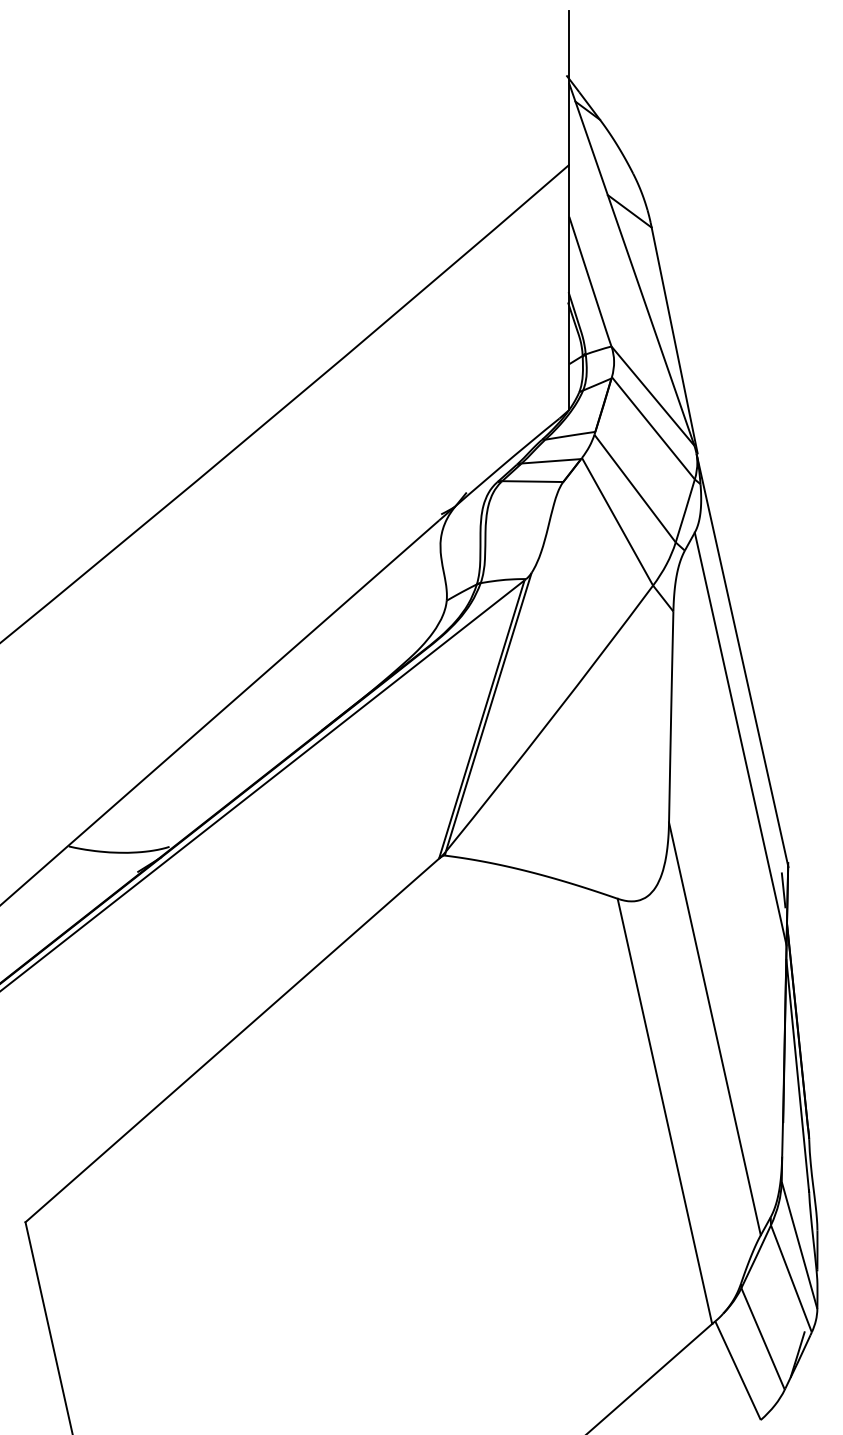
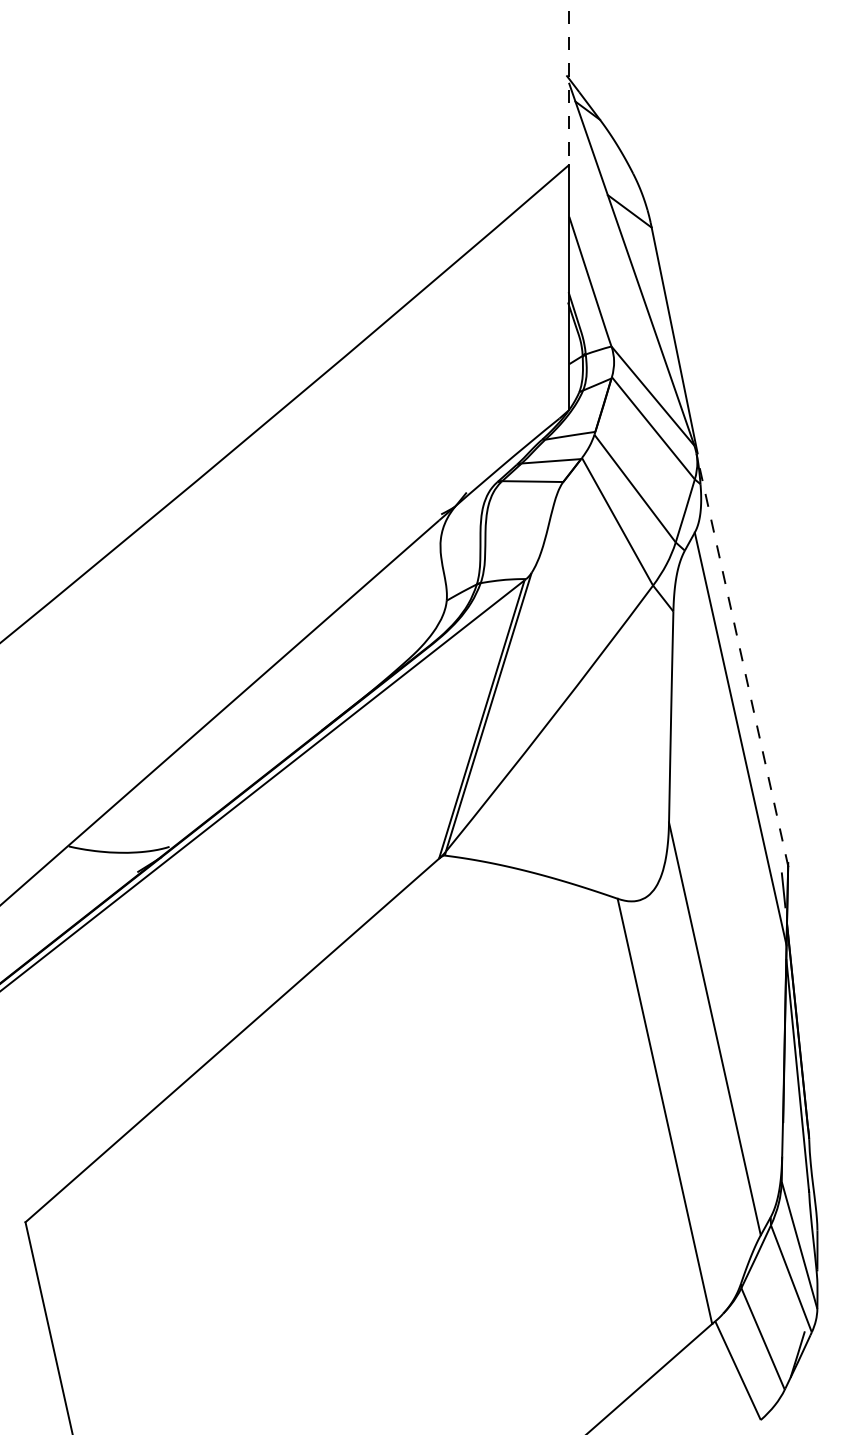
line at (569, 88): solid -> dashed
line at (742, 662): solid -> dashed
